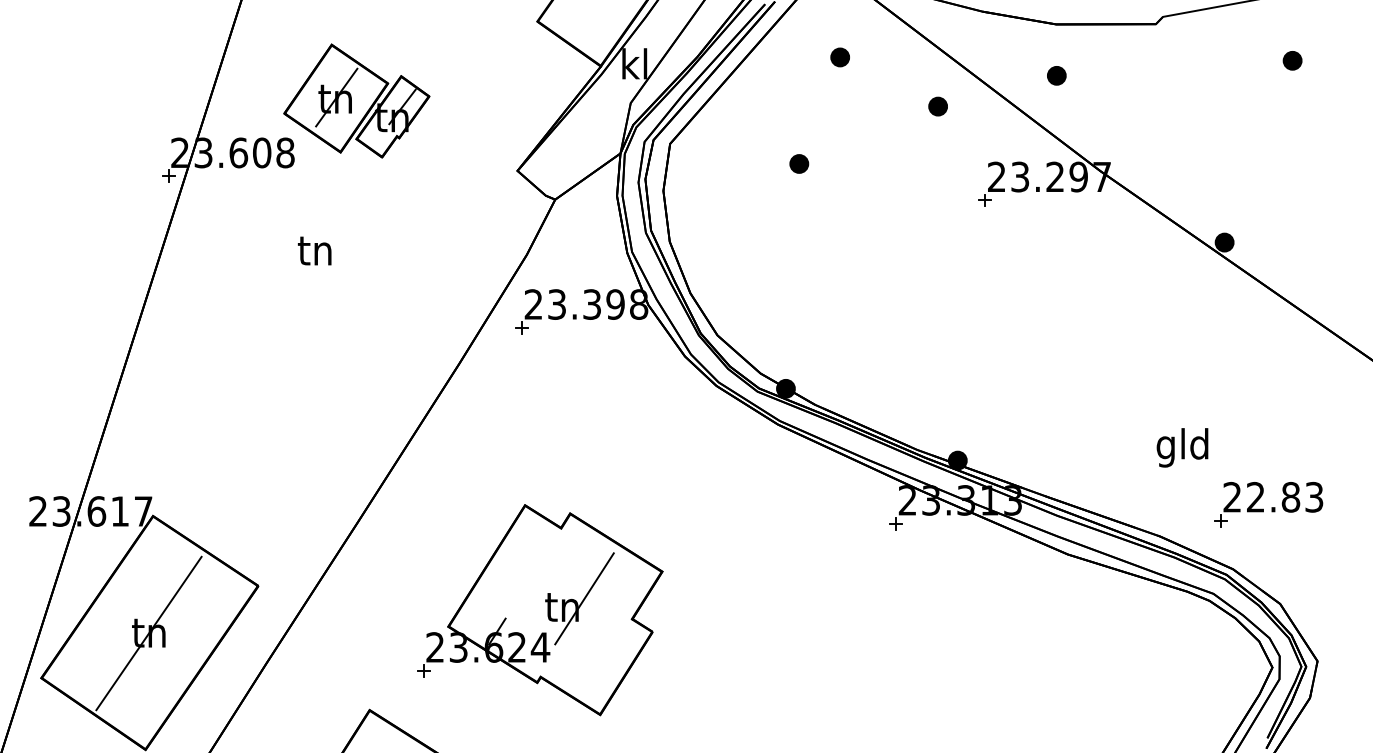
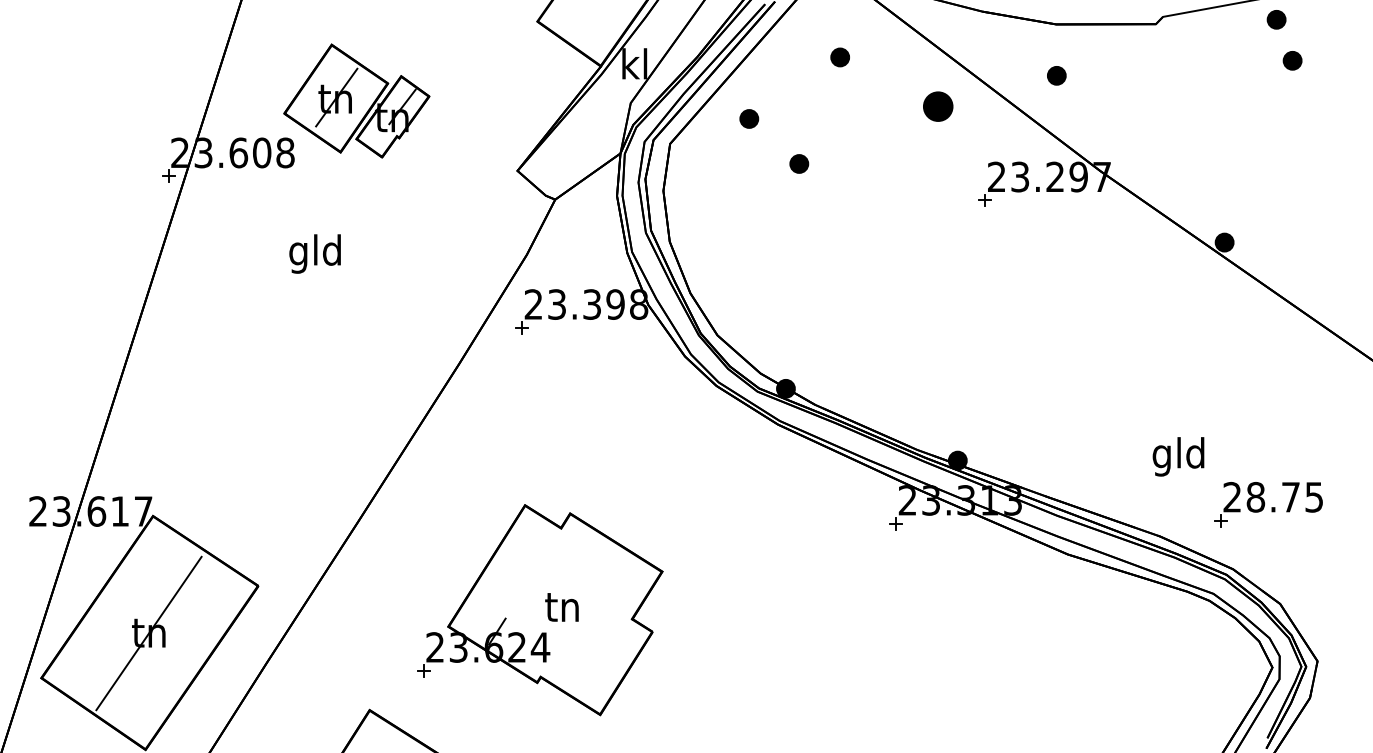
part at (1276, 19): none -> present
part at (937, 106) size: 20x21 px -> 31x31 px
part at (749, 118): none -> present
text at (314, 253): tn -> gld
text at (1182, 447) position: (1182, 447) -> (1178, 456)
text at (1284, 496): 22.83 -> 28.75
line at (584, 598): present -> none
